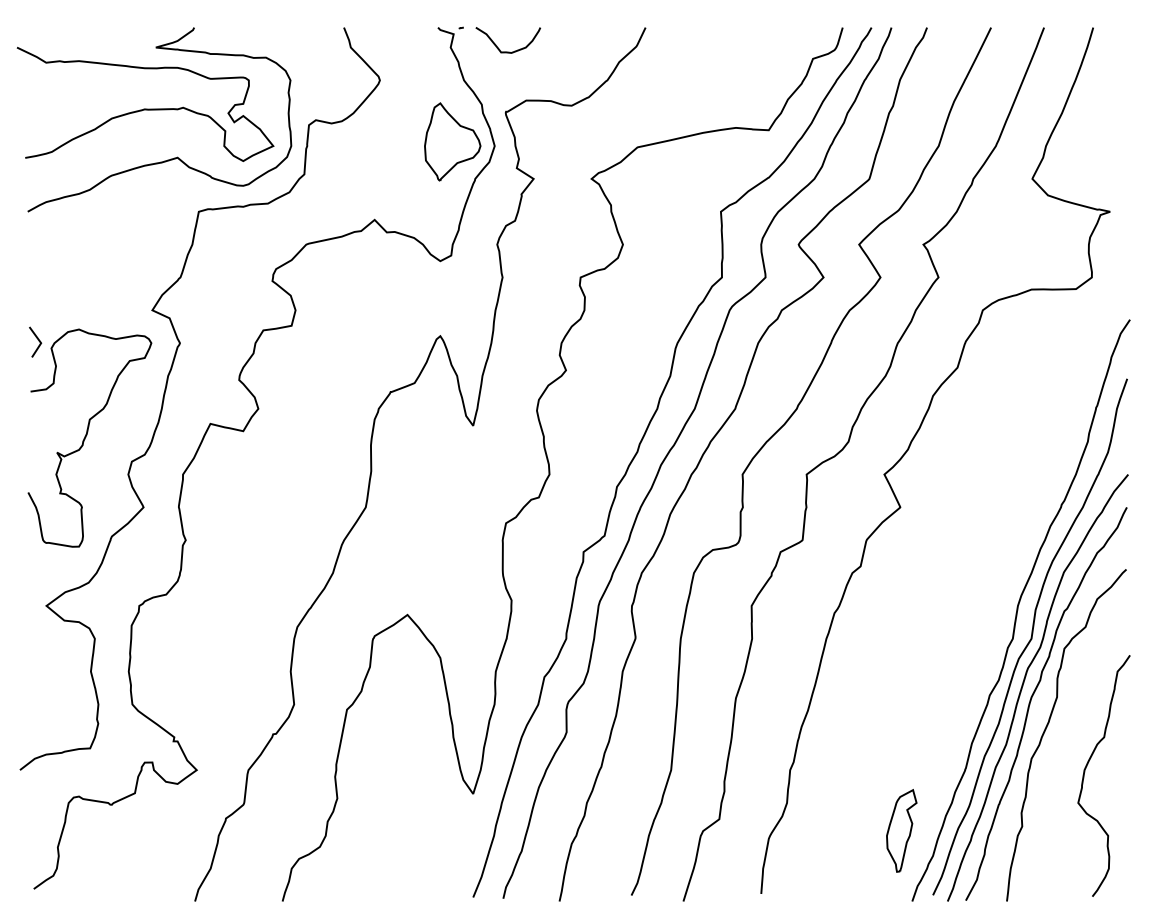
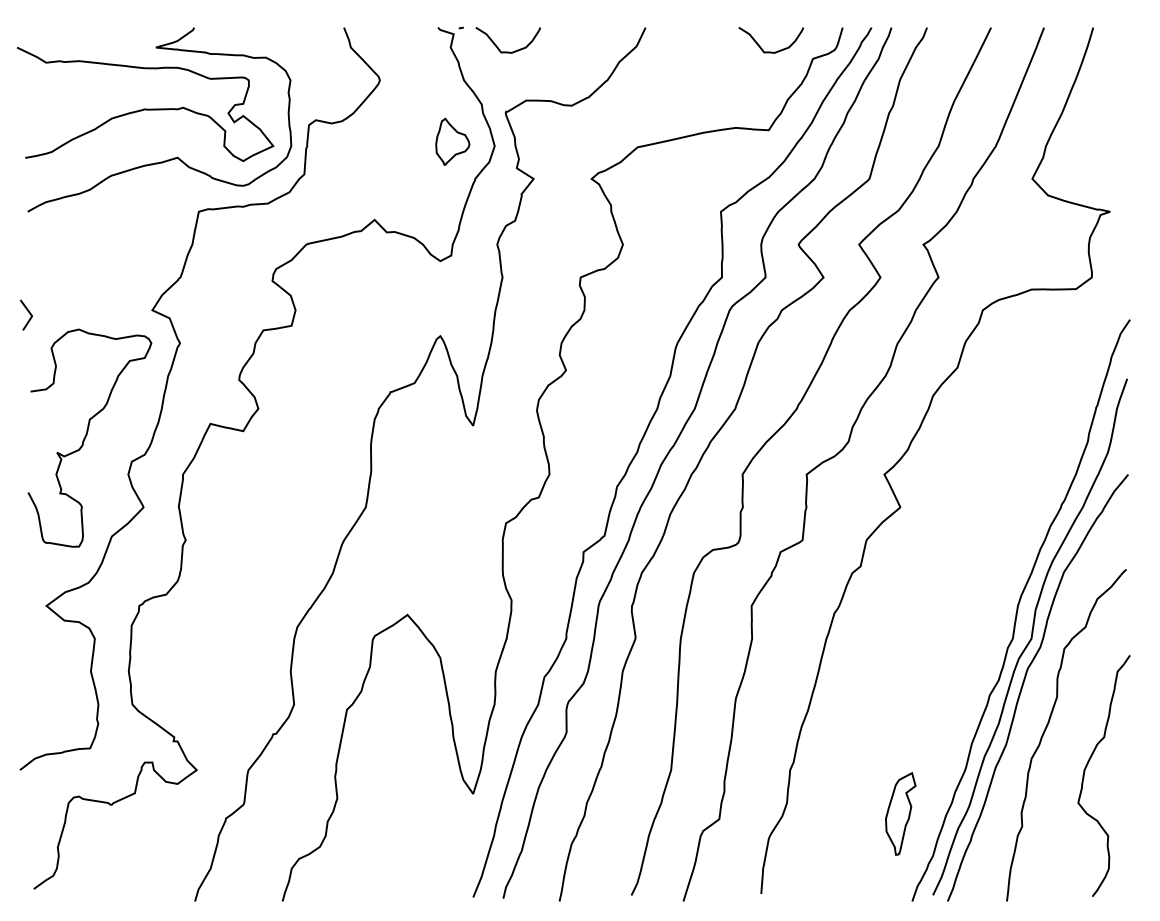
curve at (771, 51): none -> present
part at (452, 141) size: 58x80 px -> 36x49 px
line at (37, 339) position: (37, 339) -> (28, 312)
curve at (1032, 698): present -> none
part at (901, 830) position: (901, 830) -> (900, 813)
